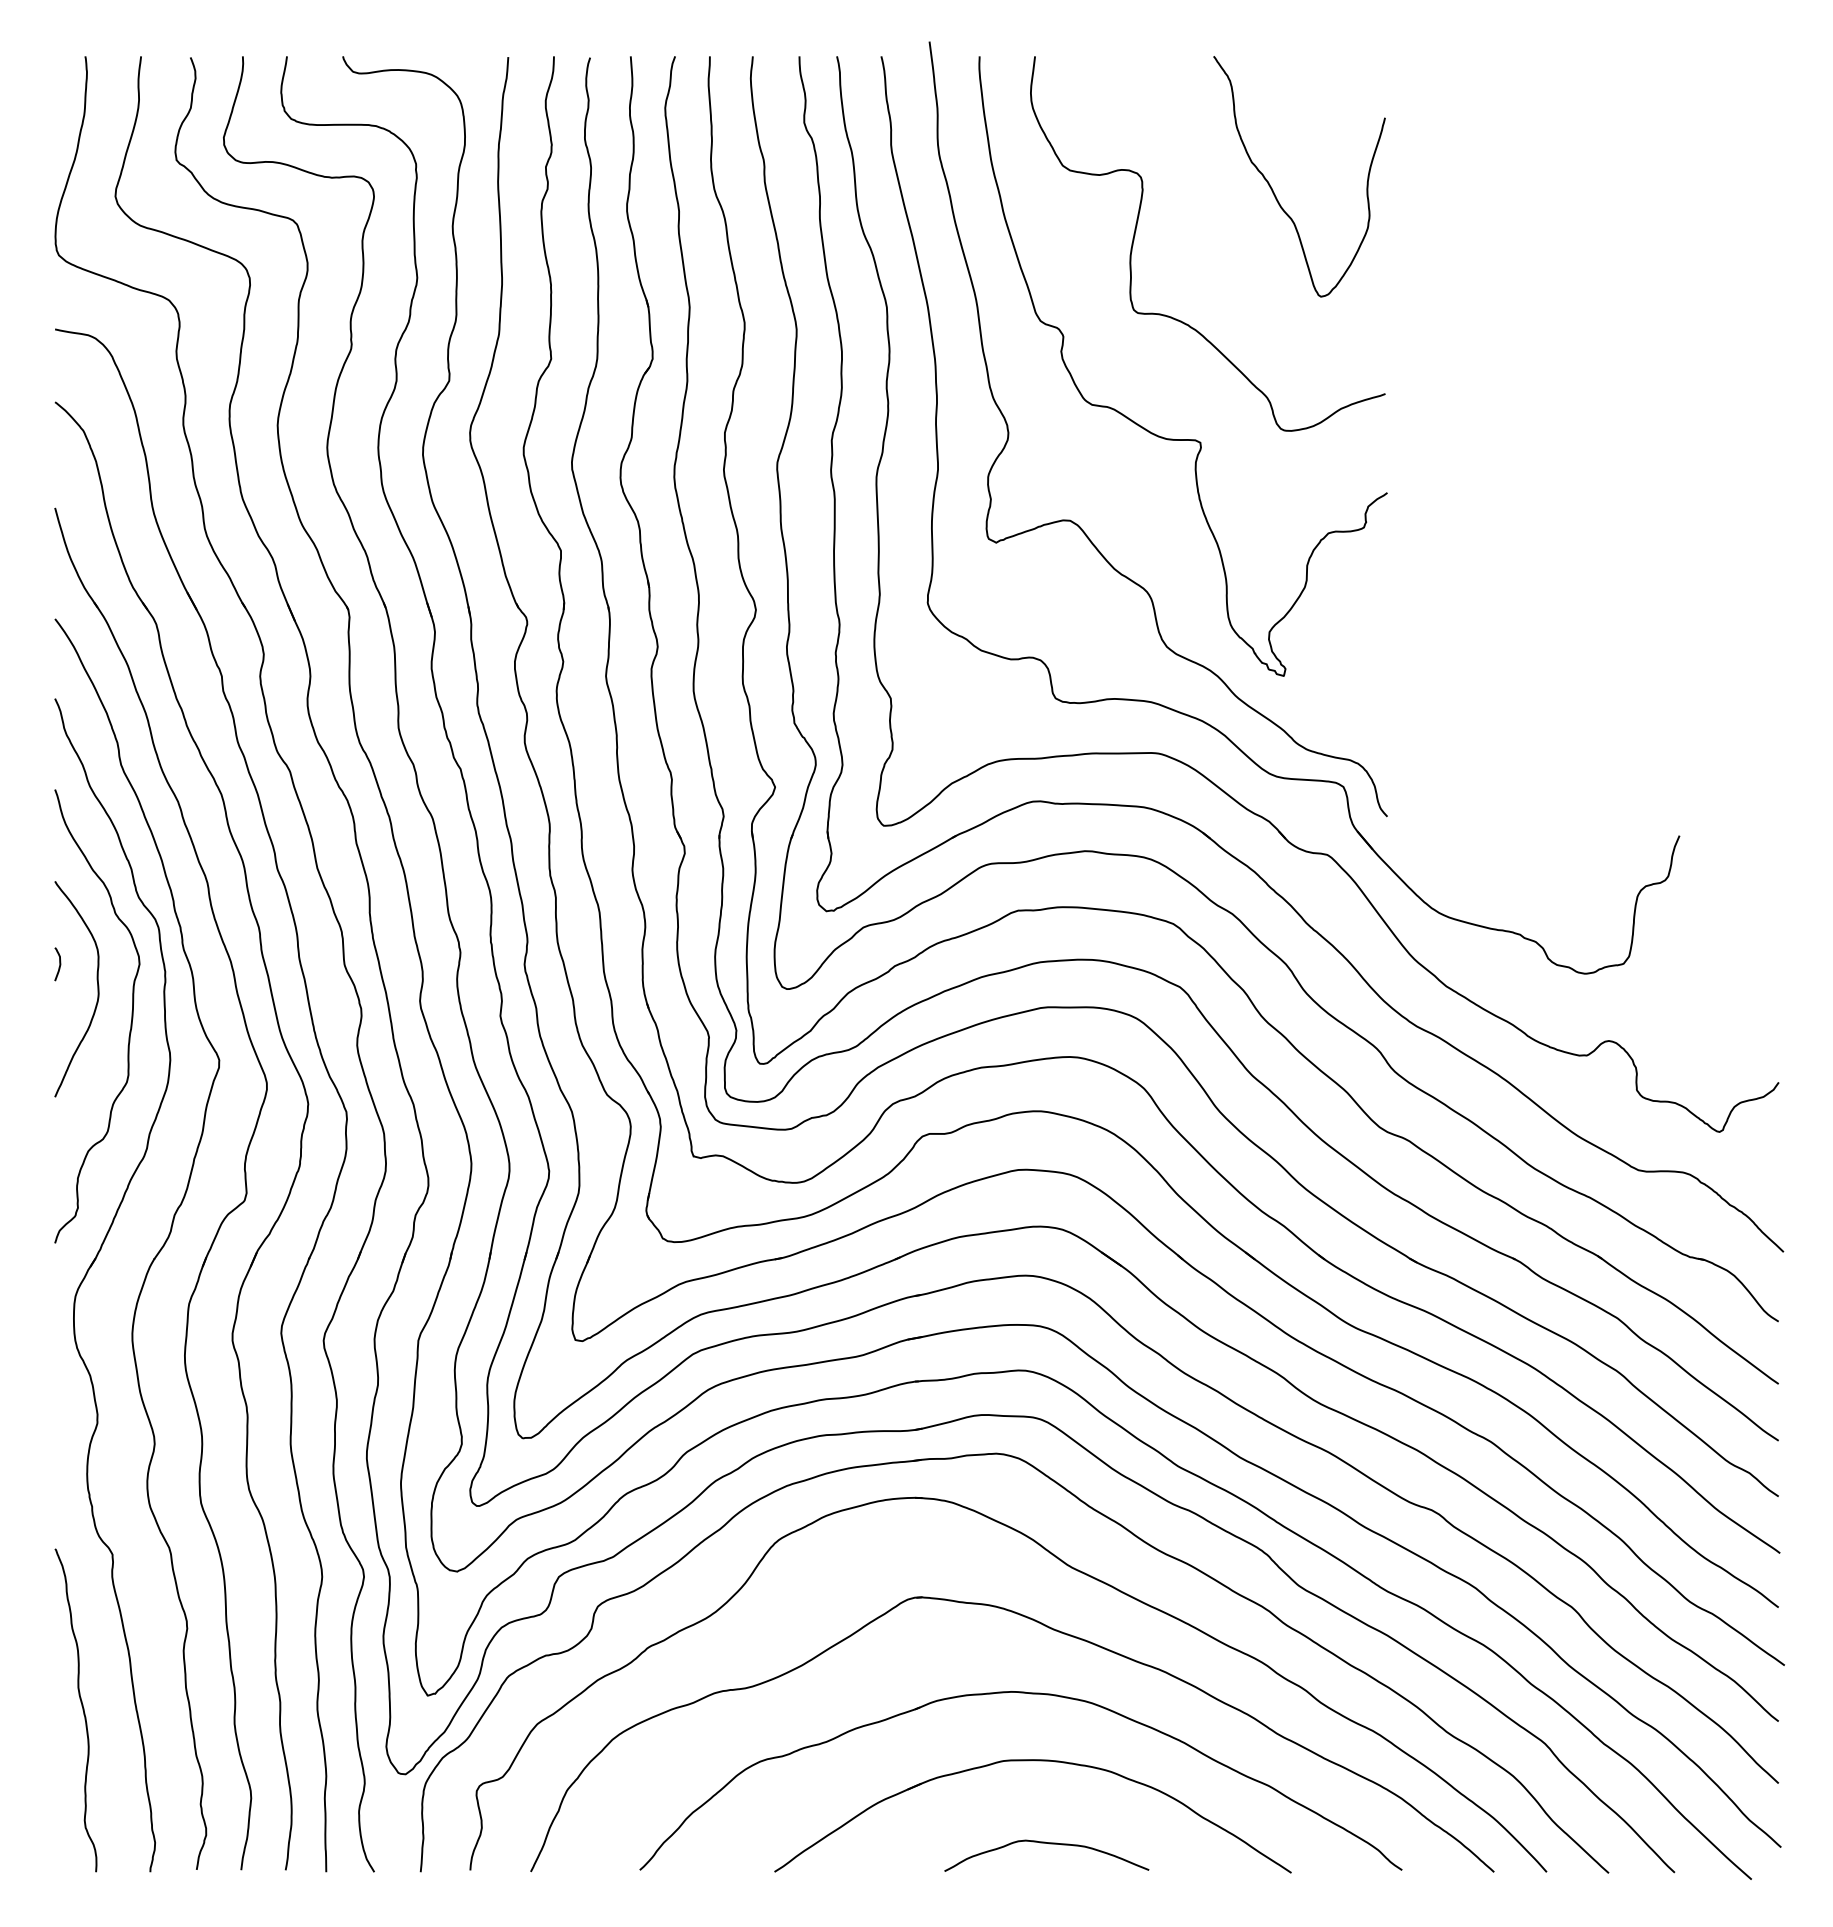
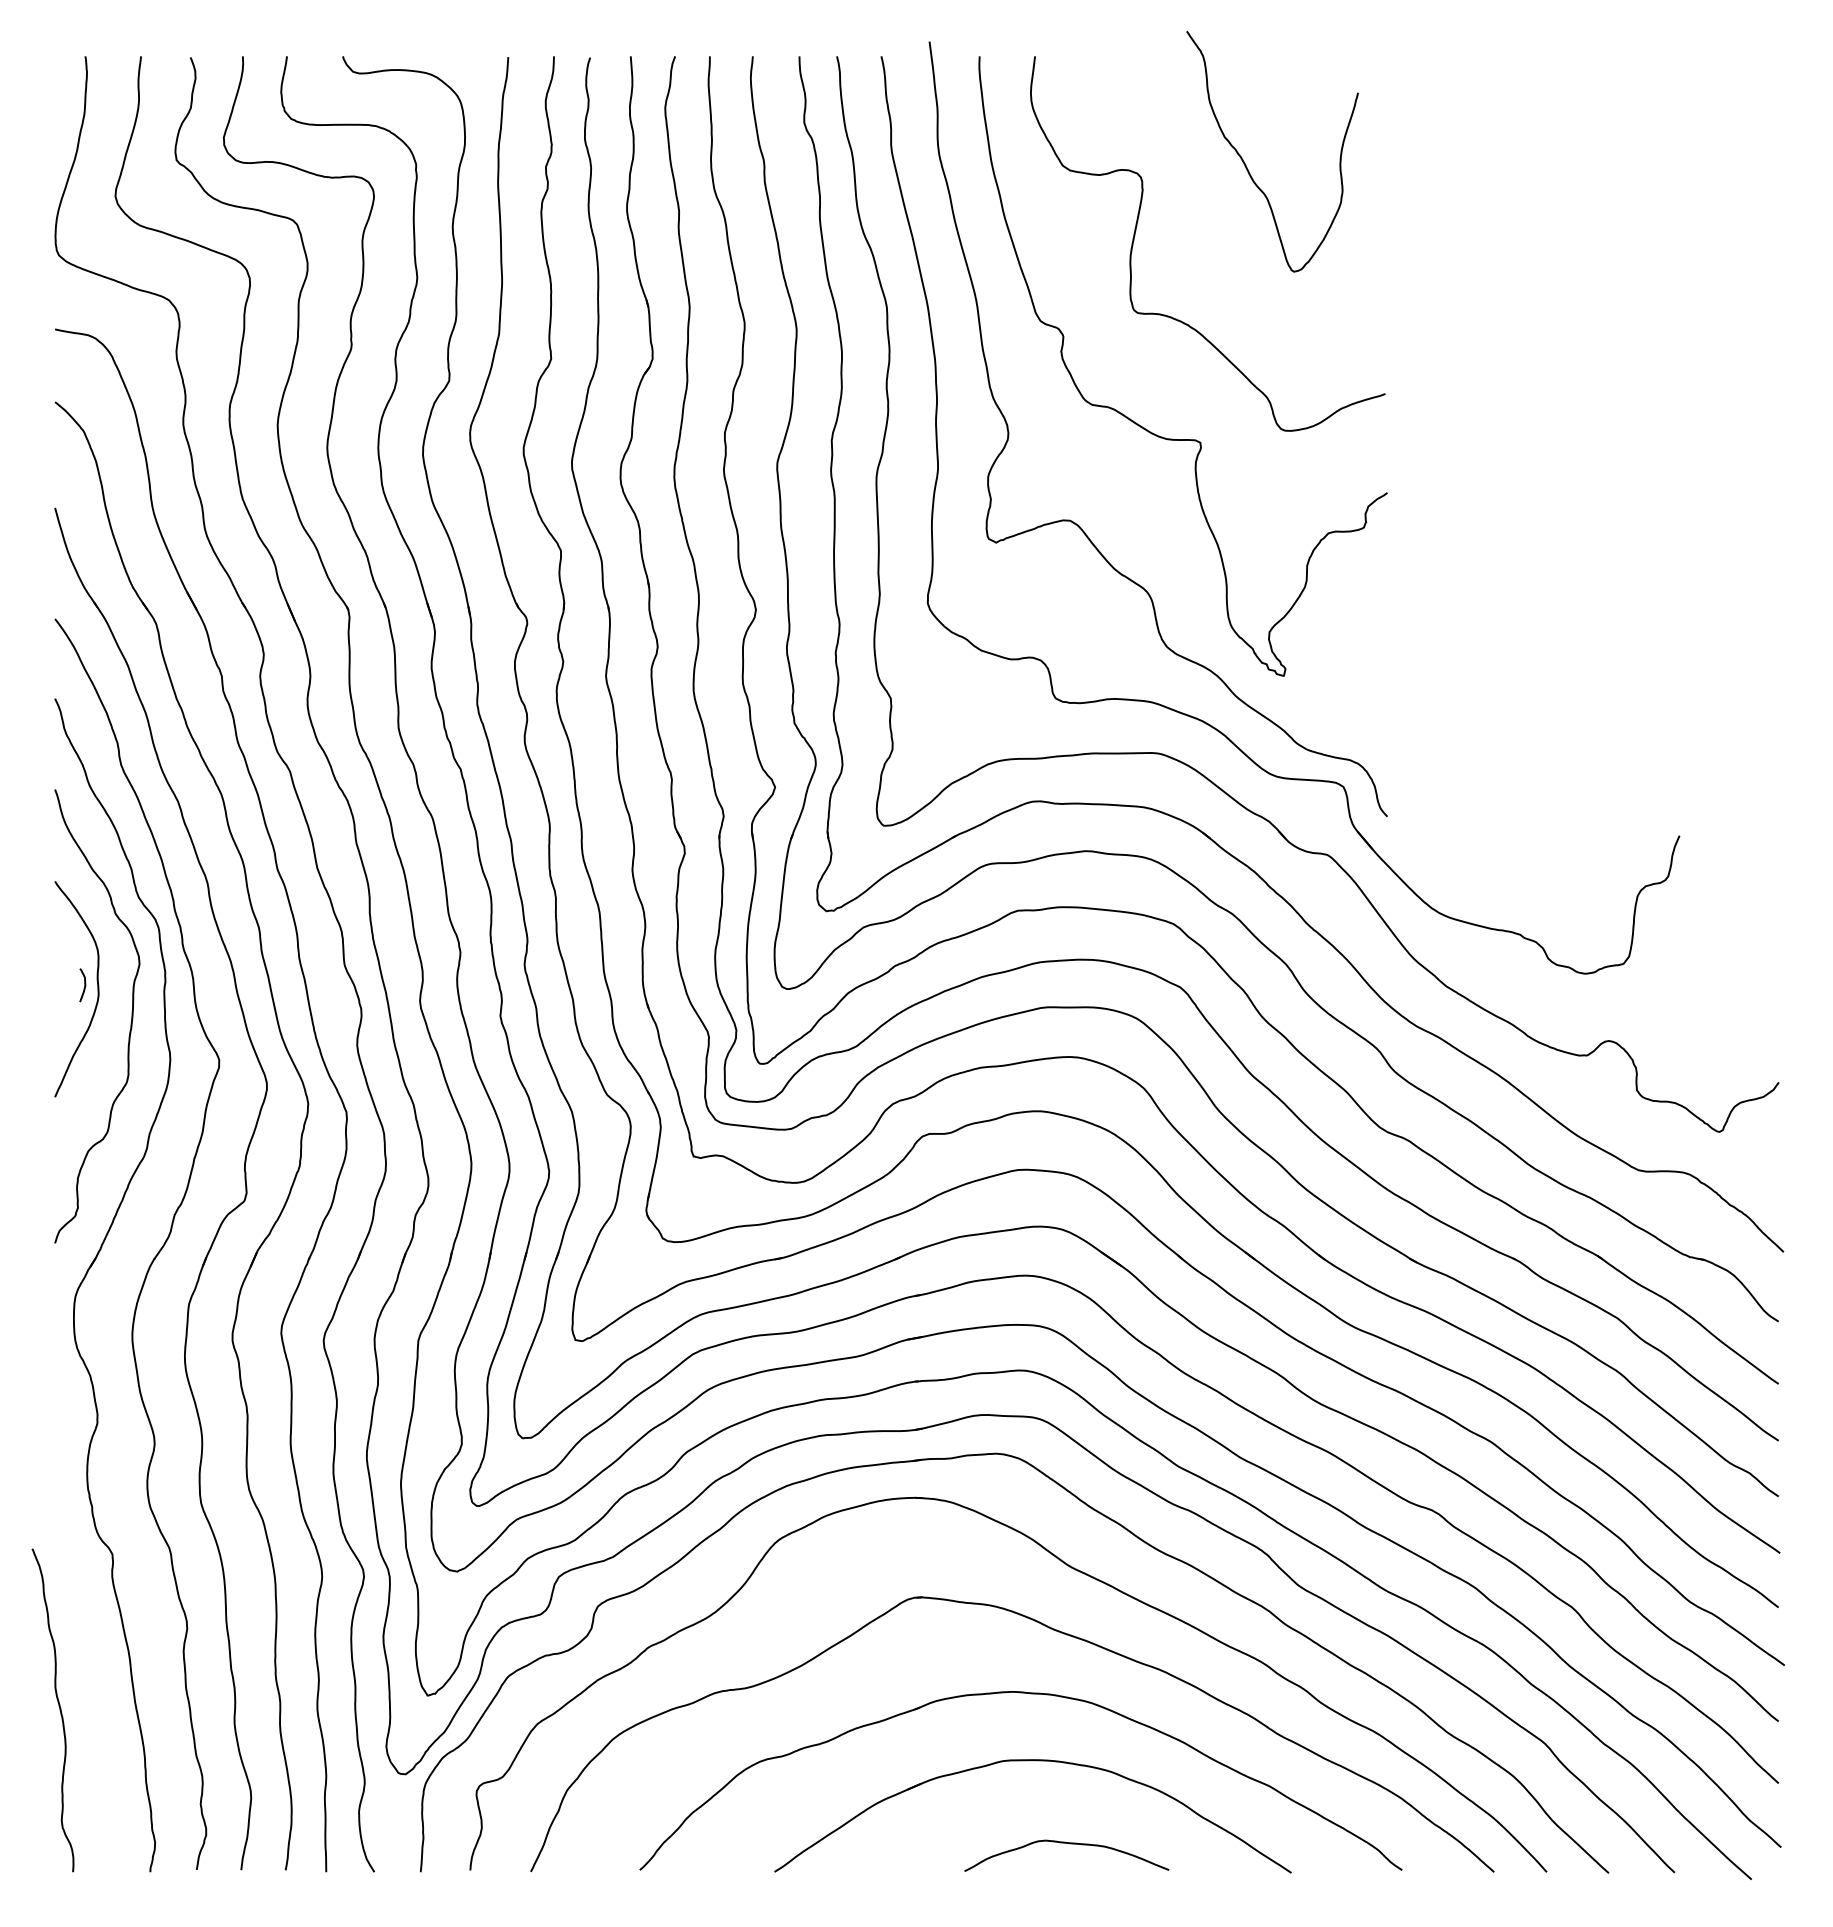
curve at (1273, 190) position: (1273, 190) -> (1246, 165)
curve at (59, 964) position: (59, 964) -> (84, 985)
curve at (82, 1710) position: (82, 1710) -> (59, 1710)
curve at (1049, 1844) position: (1049, 1844) -> (1069, 1844)
